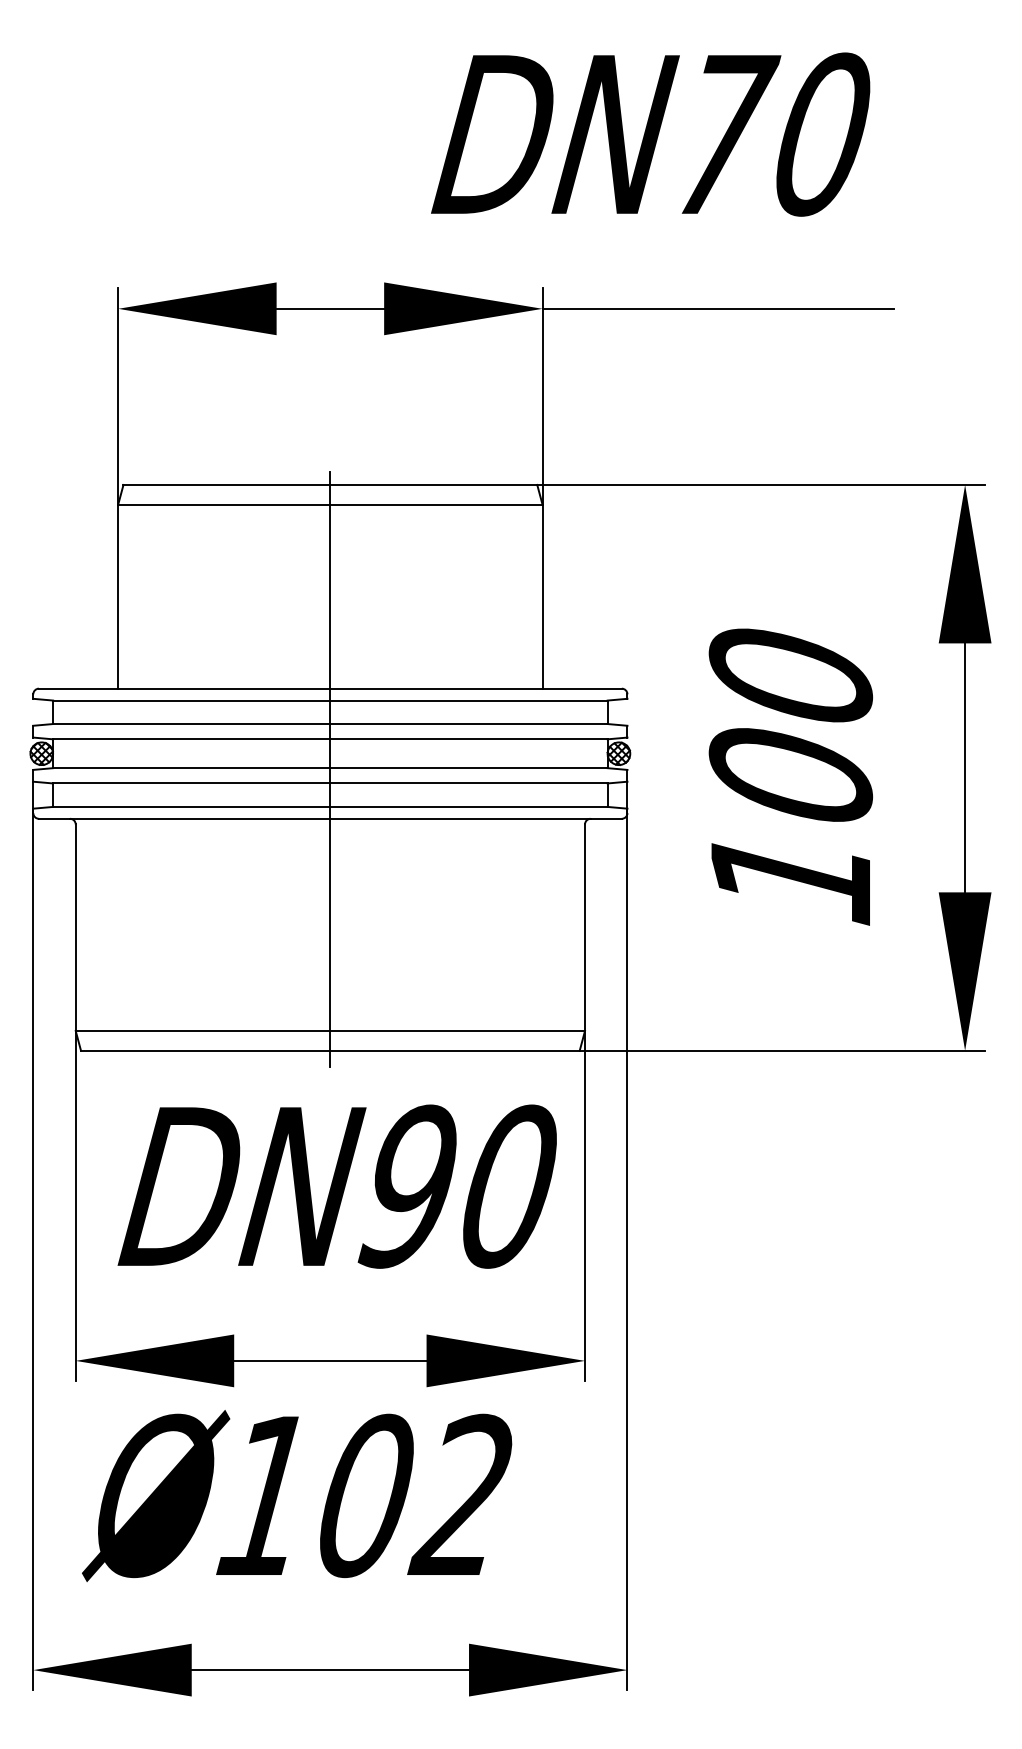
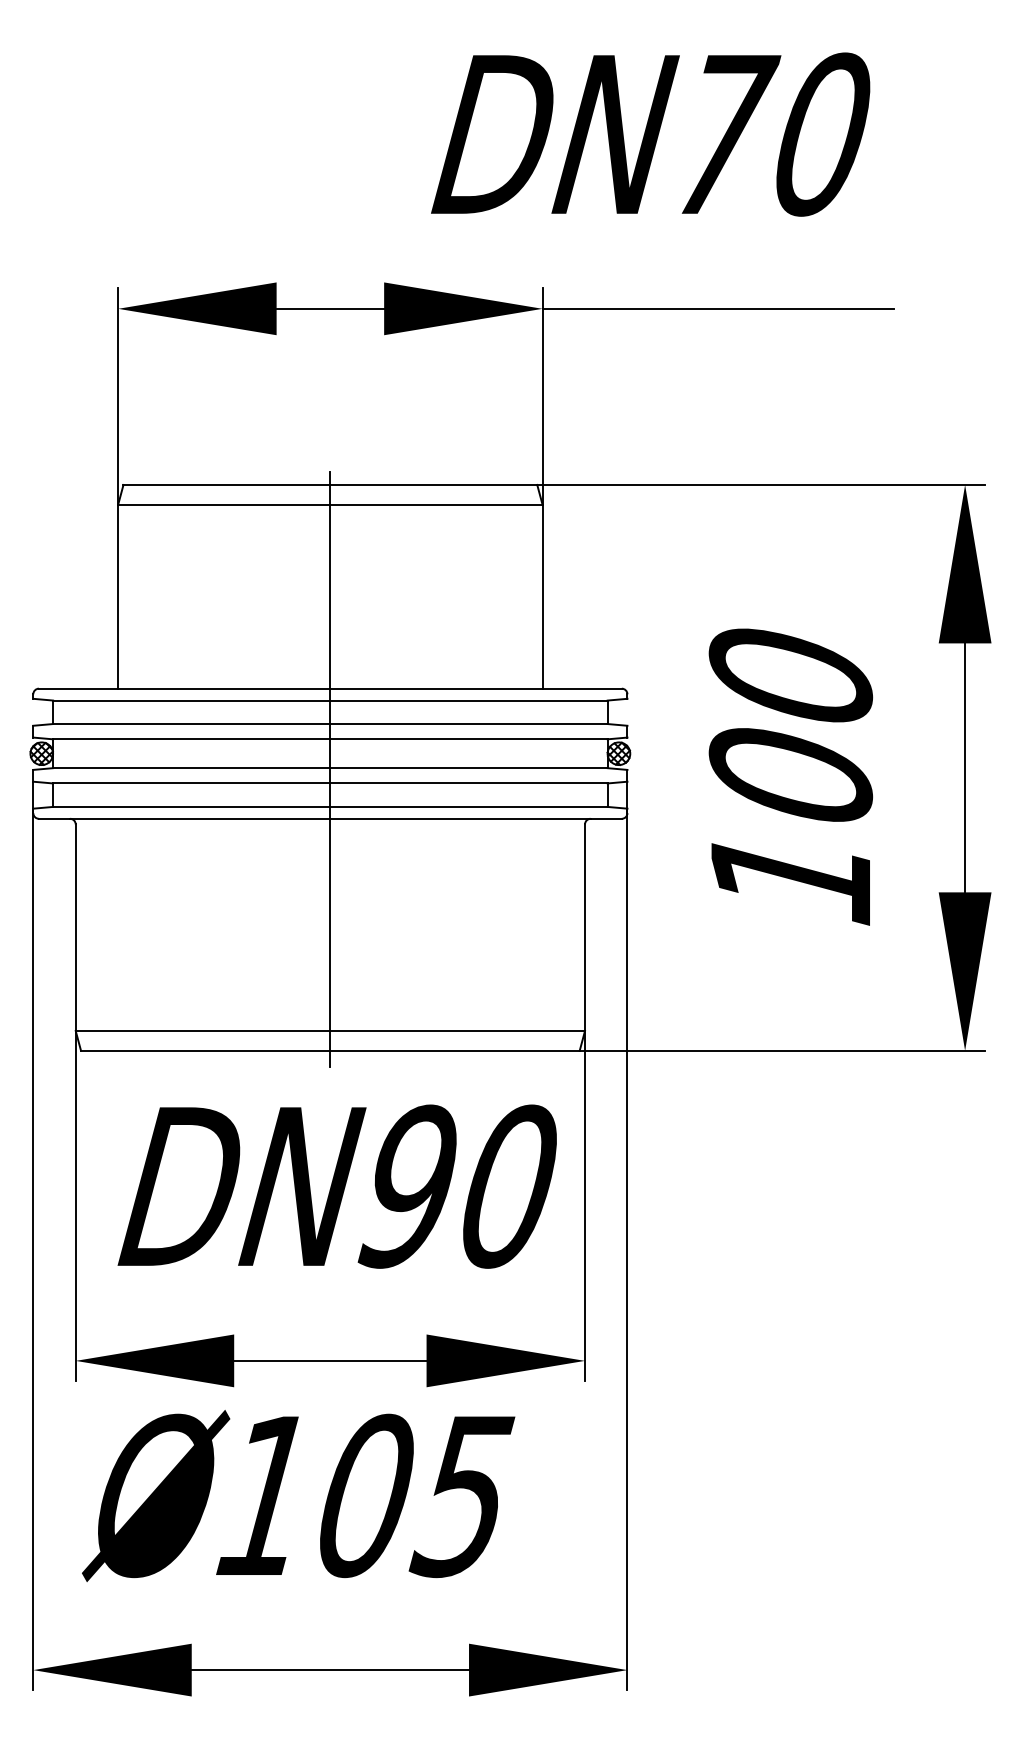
text at (461, 1495): 102 -> 105
